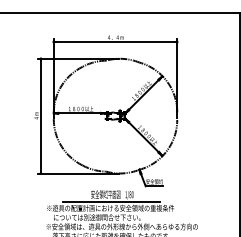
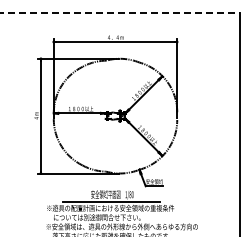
line at (120, 12): solid -> dashed
